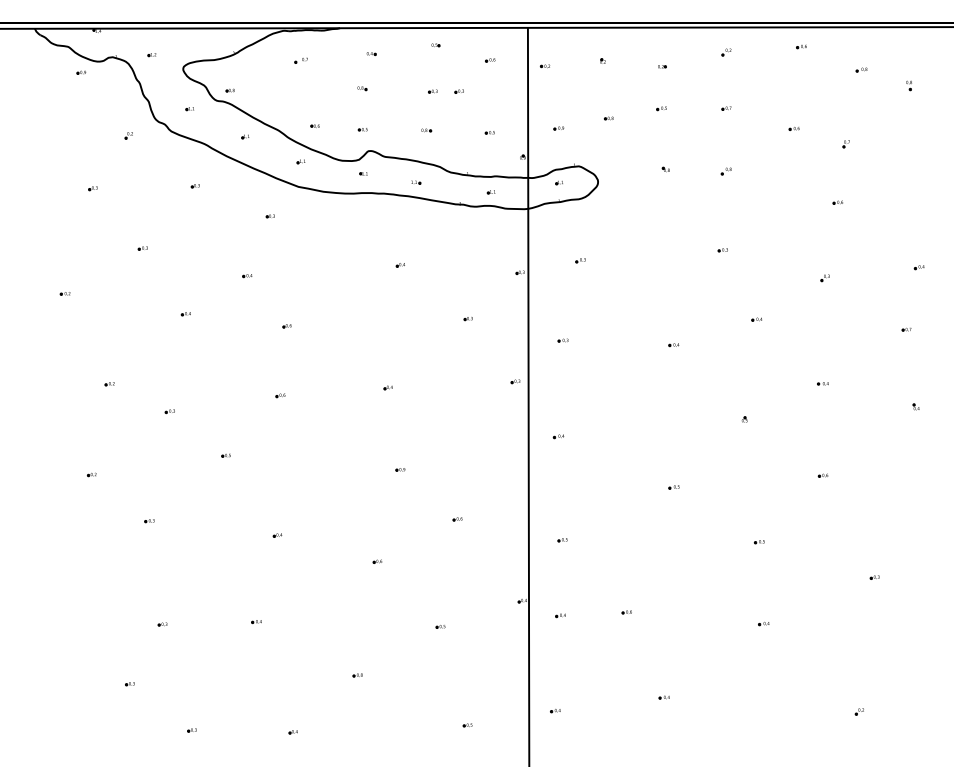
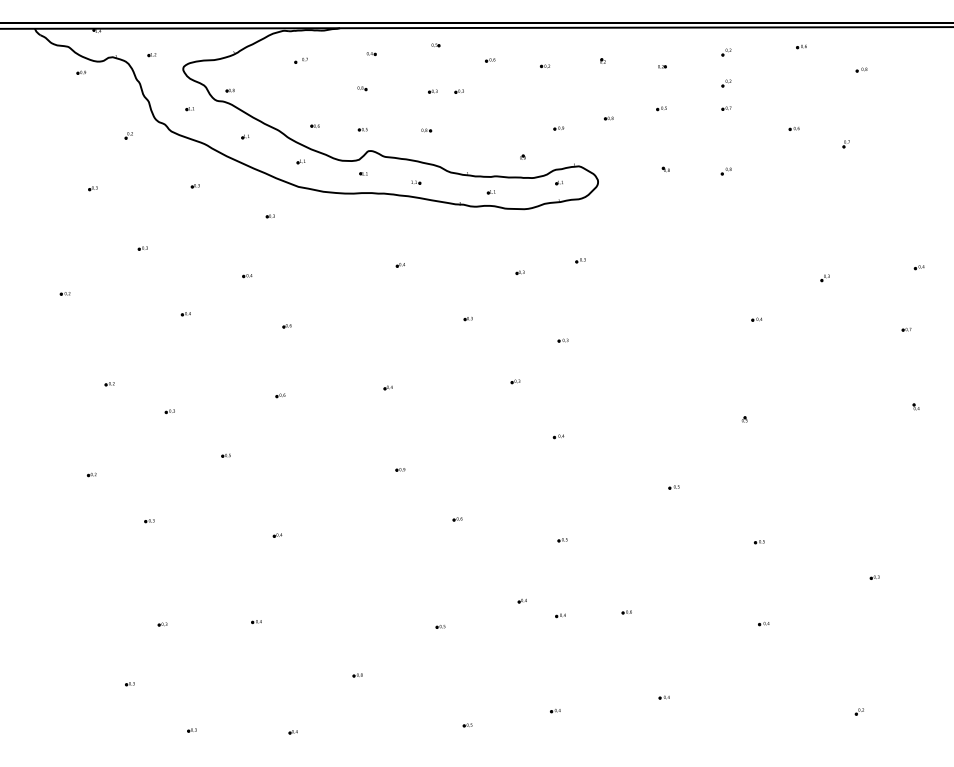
part at (726, 83): none -> present
part at (908, 85): present -> none
part at (489, 132): present -> none
part at (837, 202): present -> none
part at (722, 250): present -> none
part at (673, 345): present -> none
part at (822, 383): present -> none
line at (528, 395): present -> none
part at (822, 475): present -> none
part at (377, 561): present -> none
